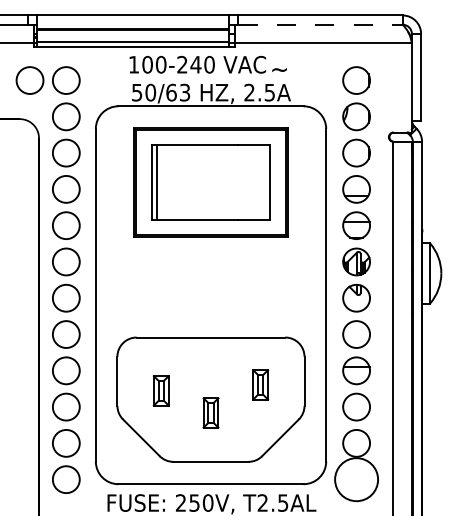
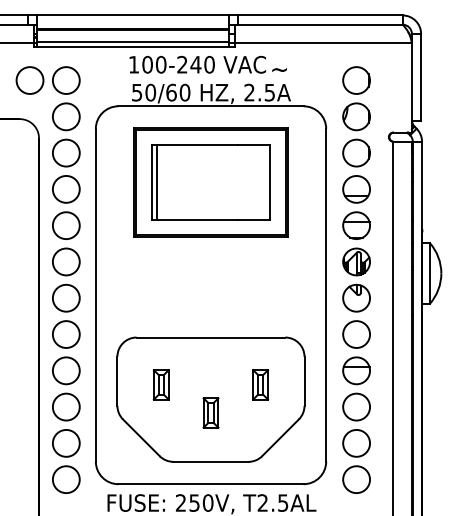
line at (321, 24): dashed -> solid
text at (184, 92): 50/63 -> 50/60
part at (160, 390) position: (160, 390) -> (160, 384)
circle at (356, 479) diameter: 43 px -> 27 px
